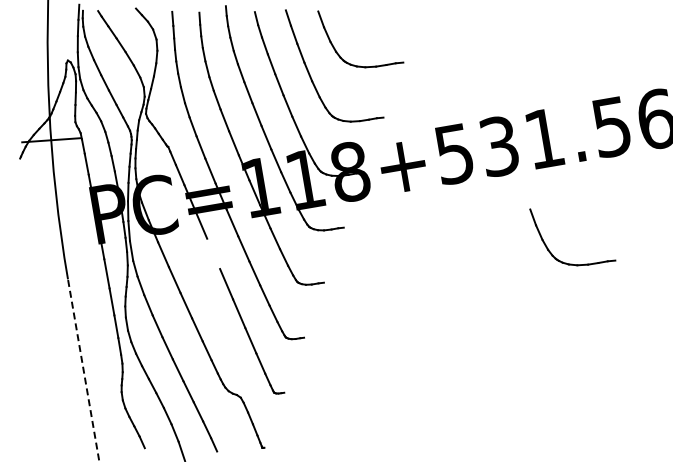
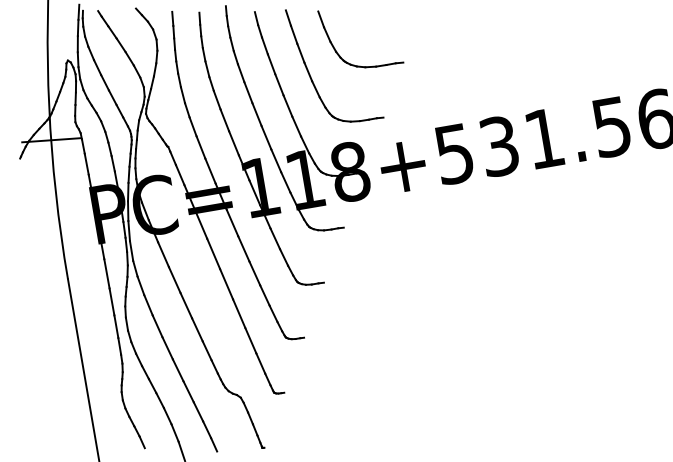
line at (213, 253): none -> present
part at (552, 253): present -> none
line at (83, 369): dashed -> solid
